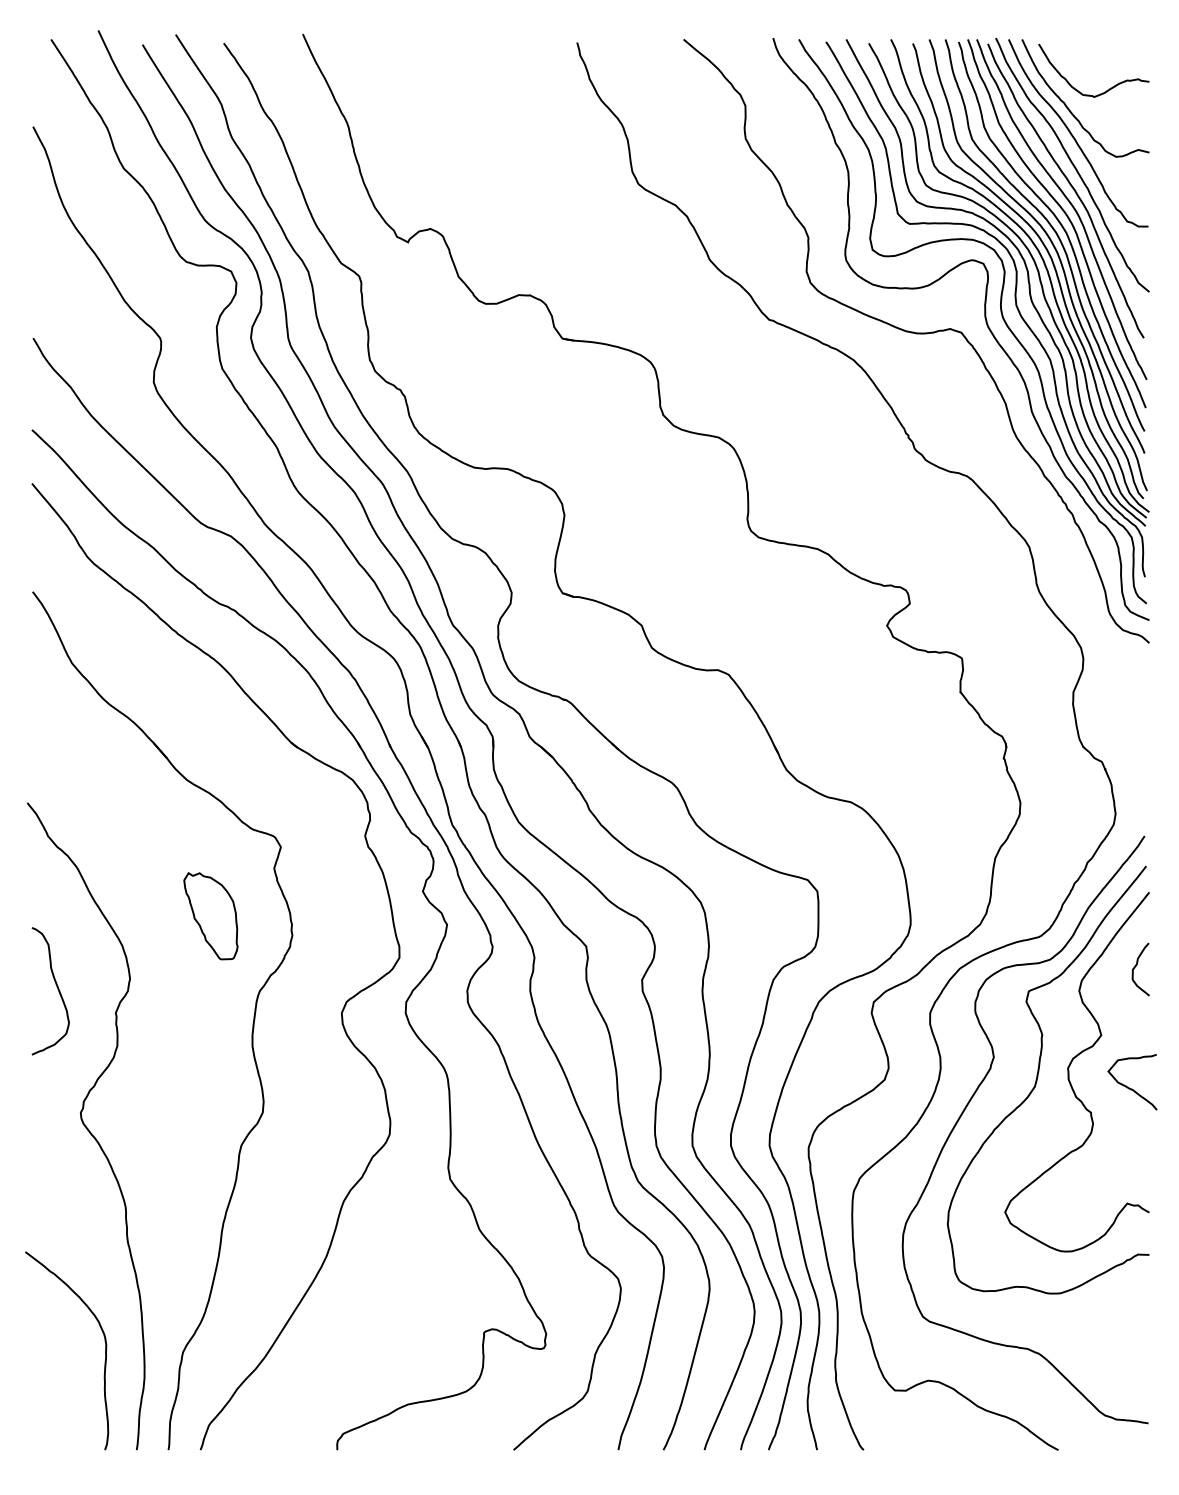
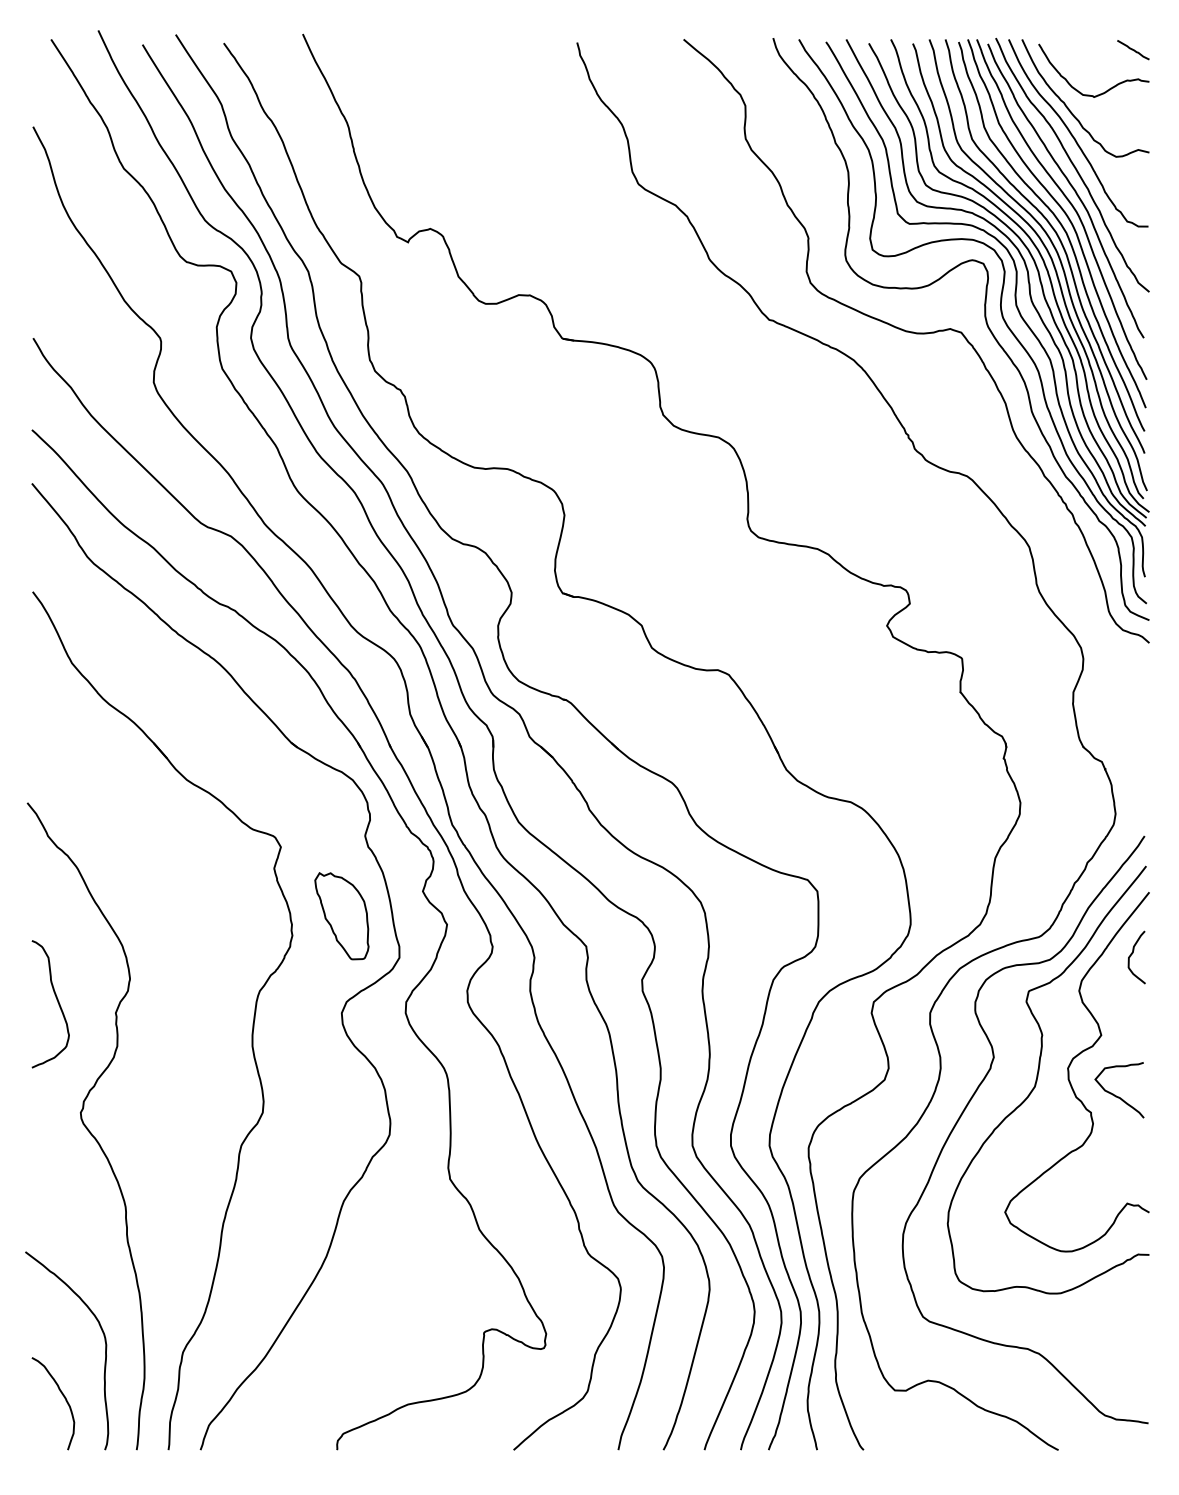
line at (1133, 50): none -> present
part at (210, 916) position: (210, 916) -> (341, 916)
curve at (1137, 965) position: (1137, 965) -> (1133, 953)
curve at (56, 987) position: (56, 987) -> (56, 1000)
curve at (1129, 1087) position: (1129, 1087) -> (1116, 1095)
curve at (63, 1397): none -> present
